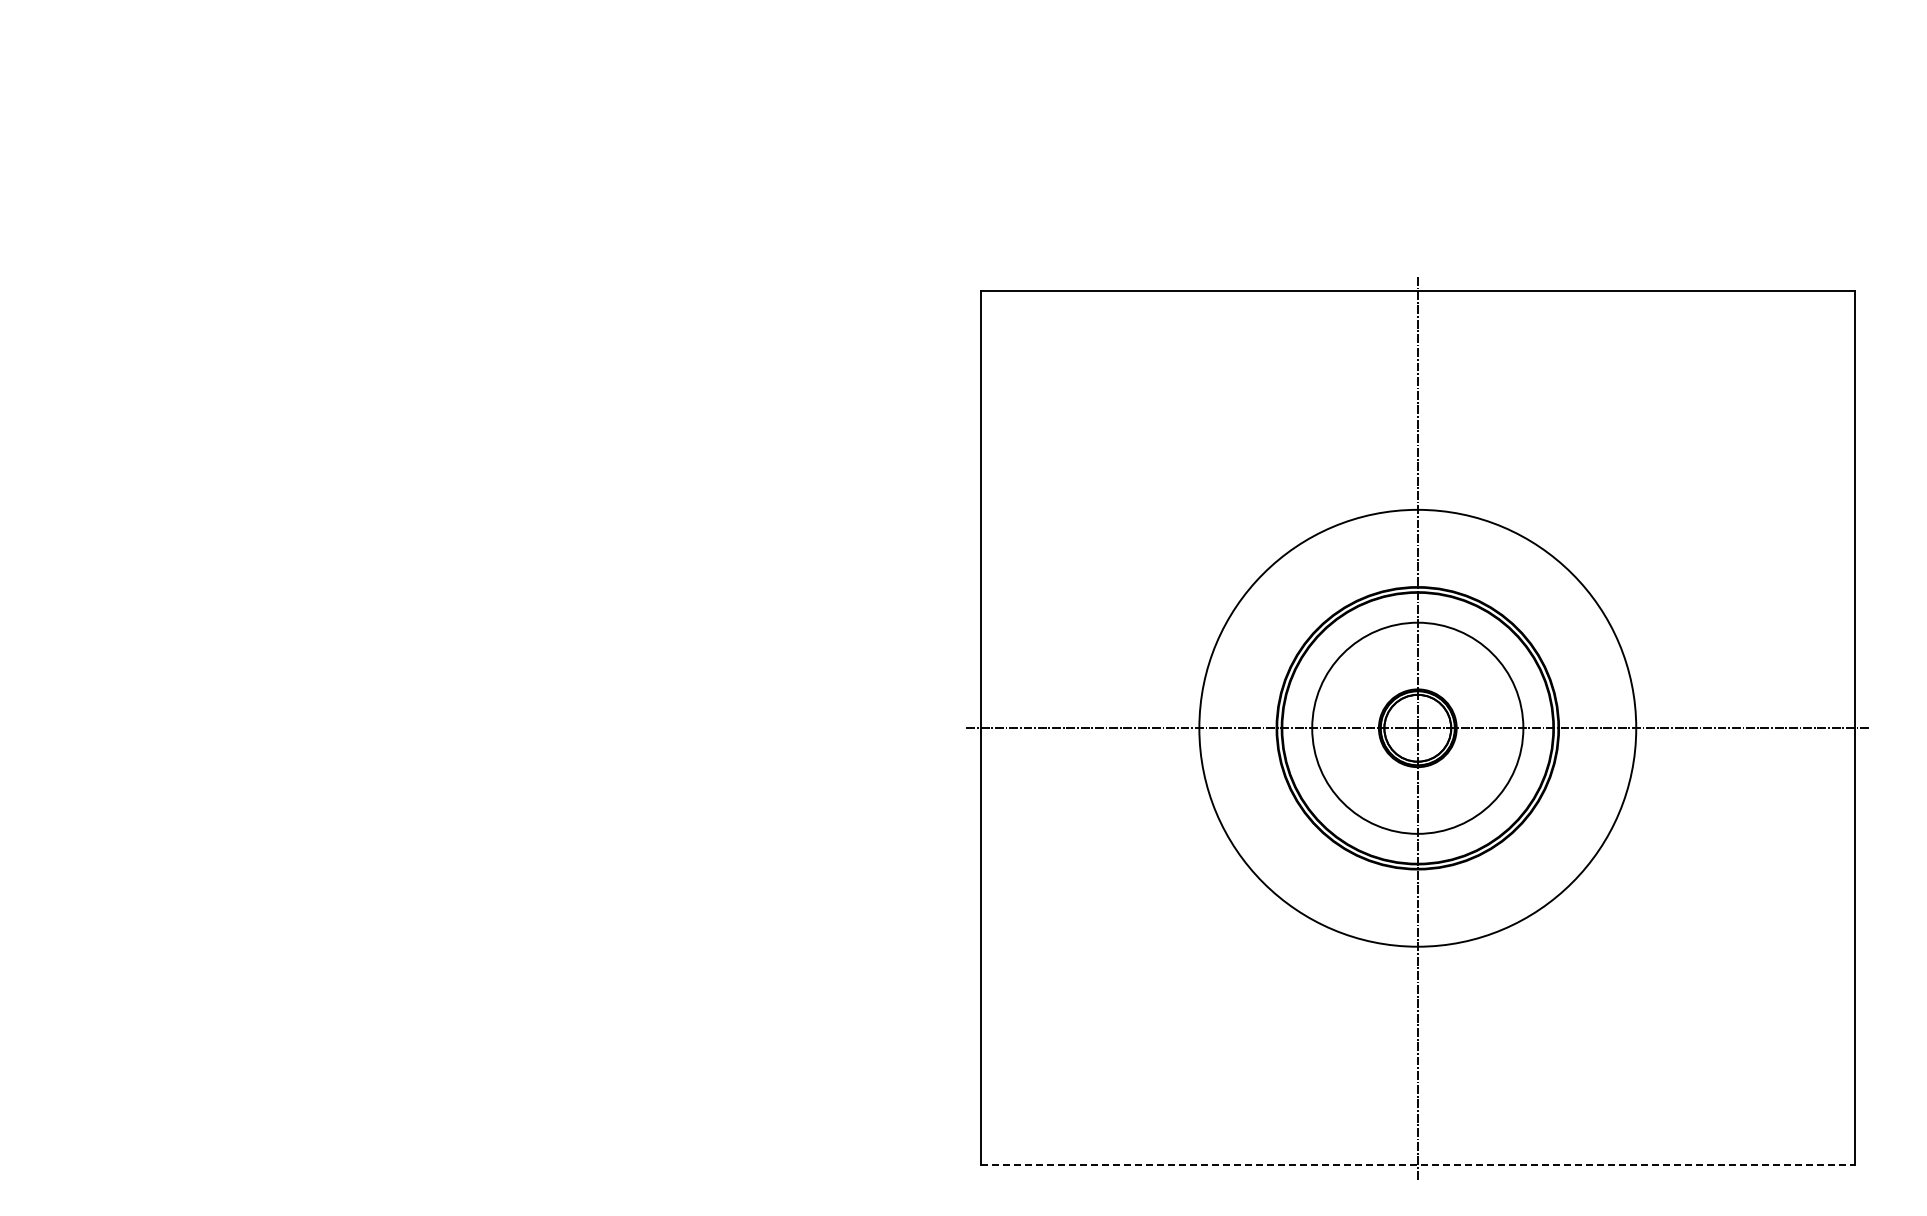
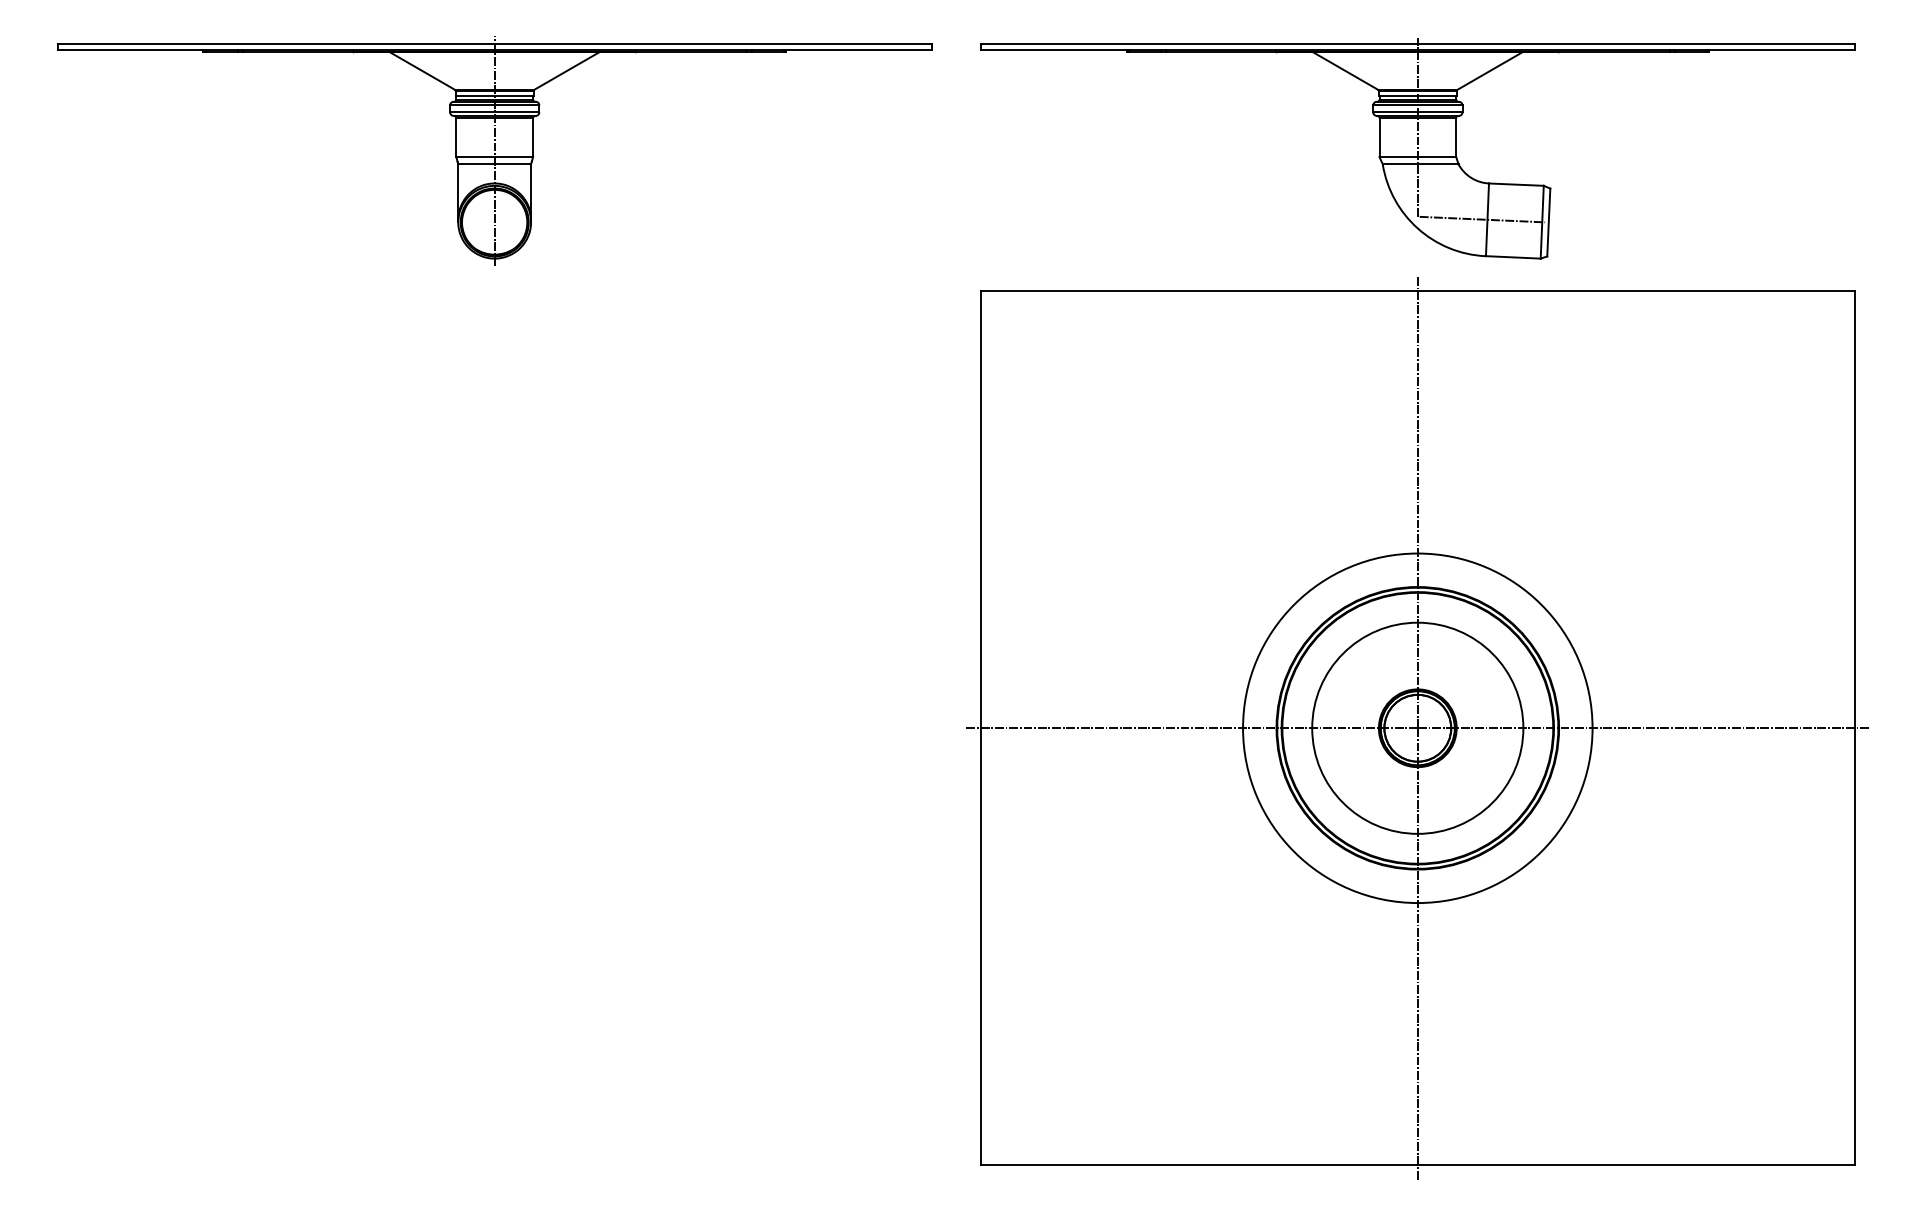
part at (1417, 148): none -> present
part at (494, 150): none -> present
circle at (1417, 727) diameter: 437 px -> 350 px
line at (1417, 1165): dashed -> solid
